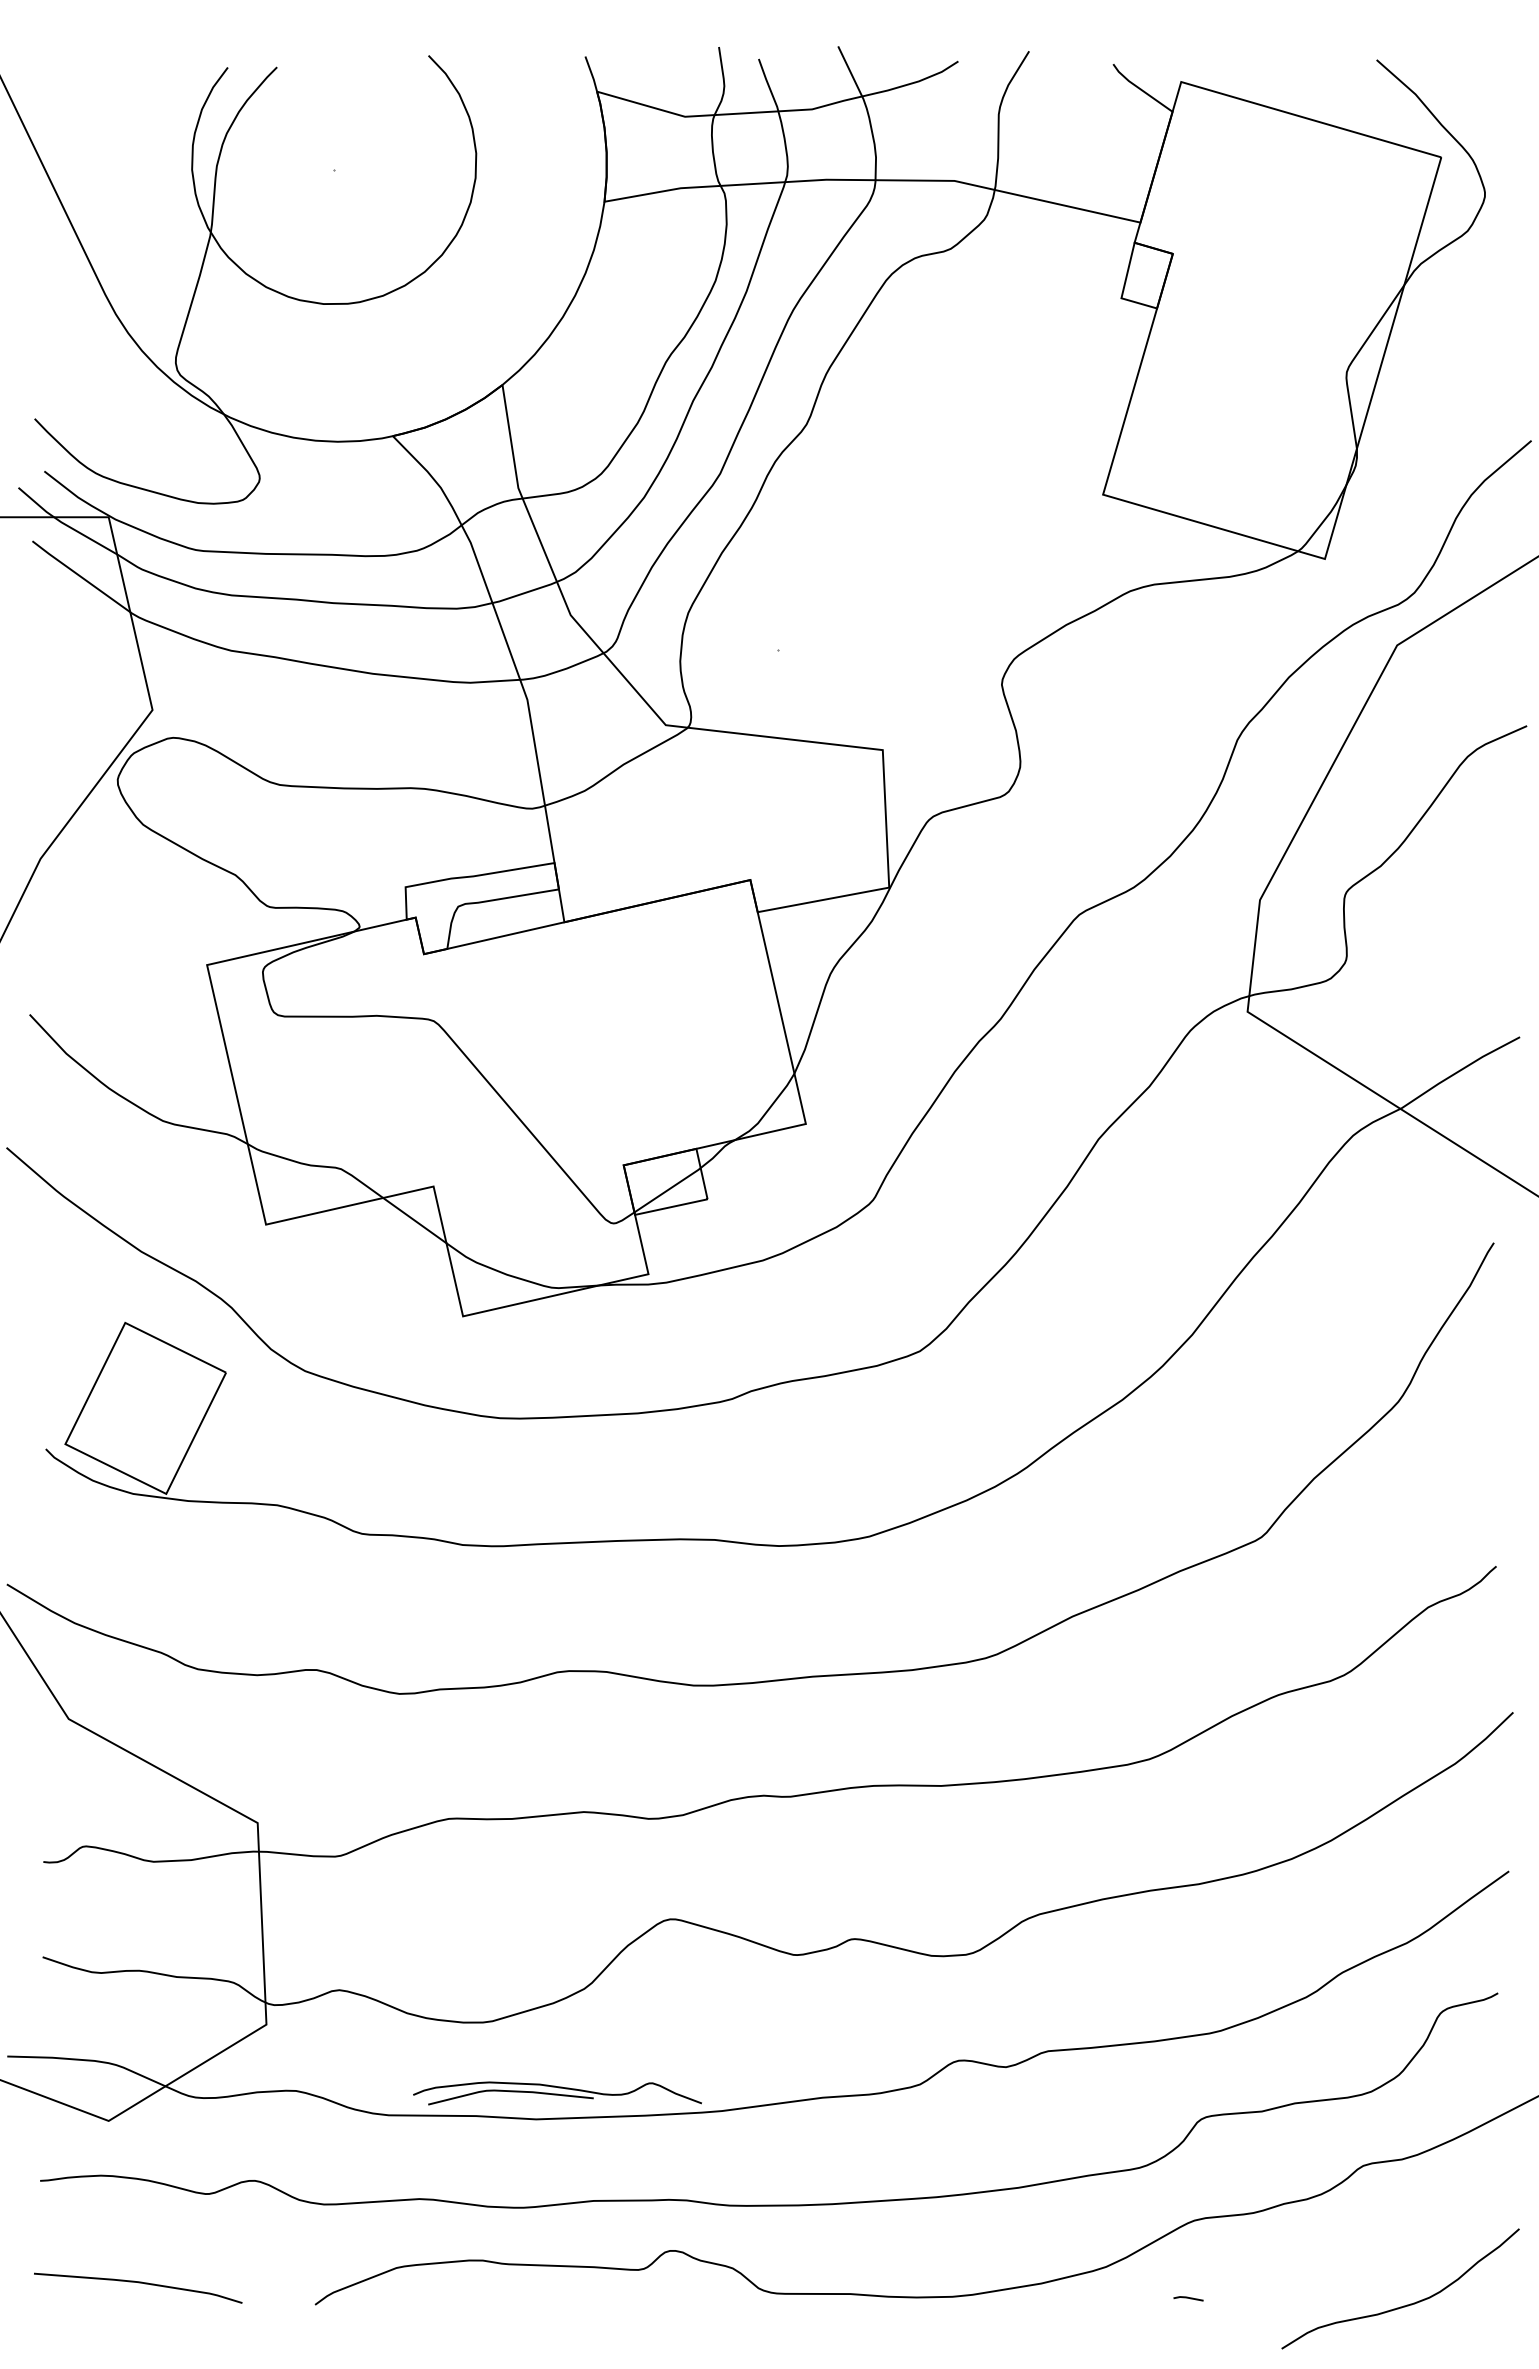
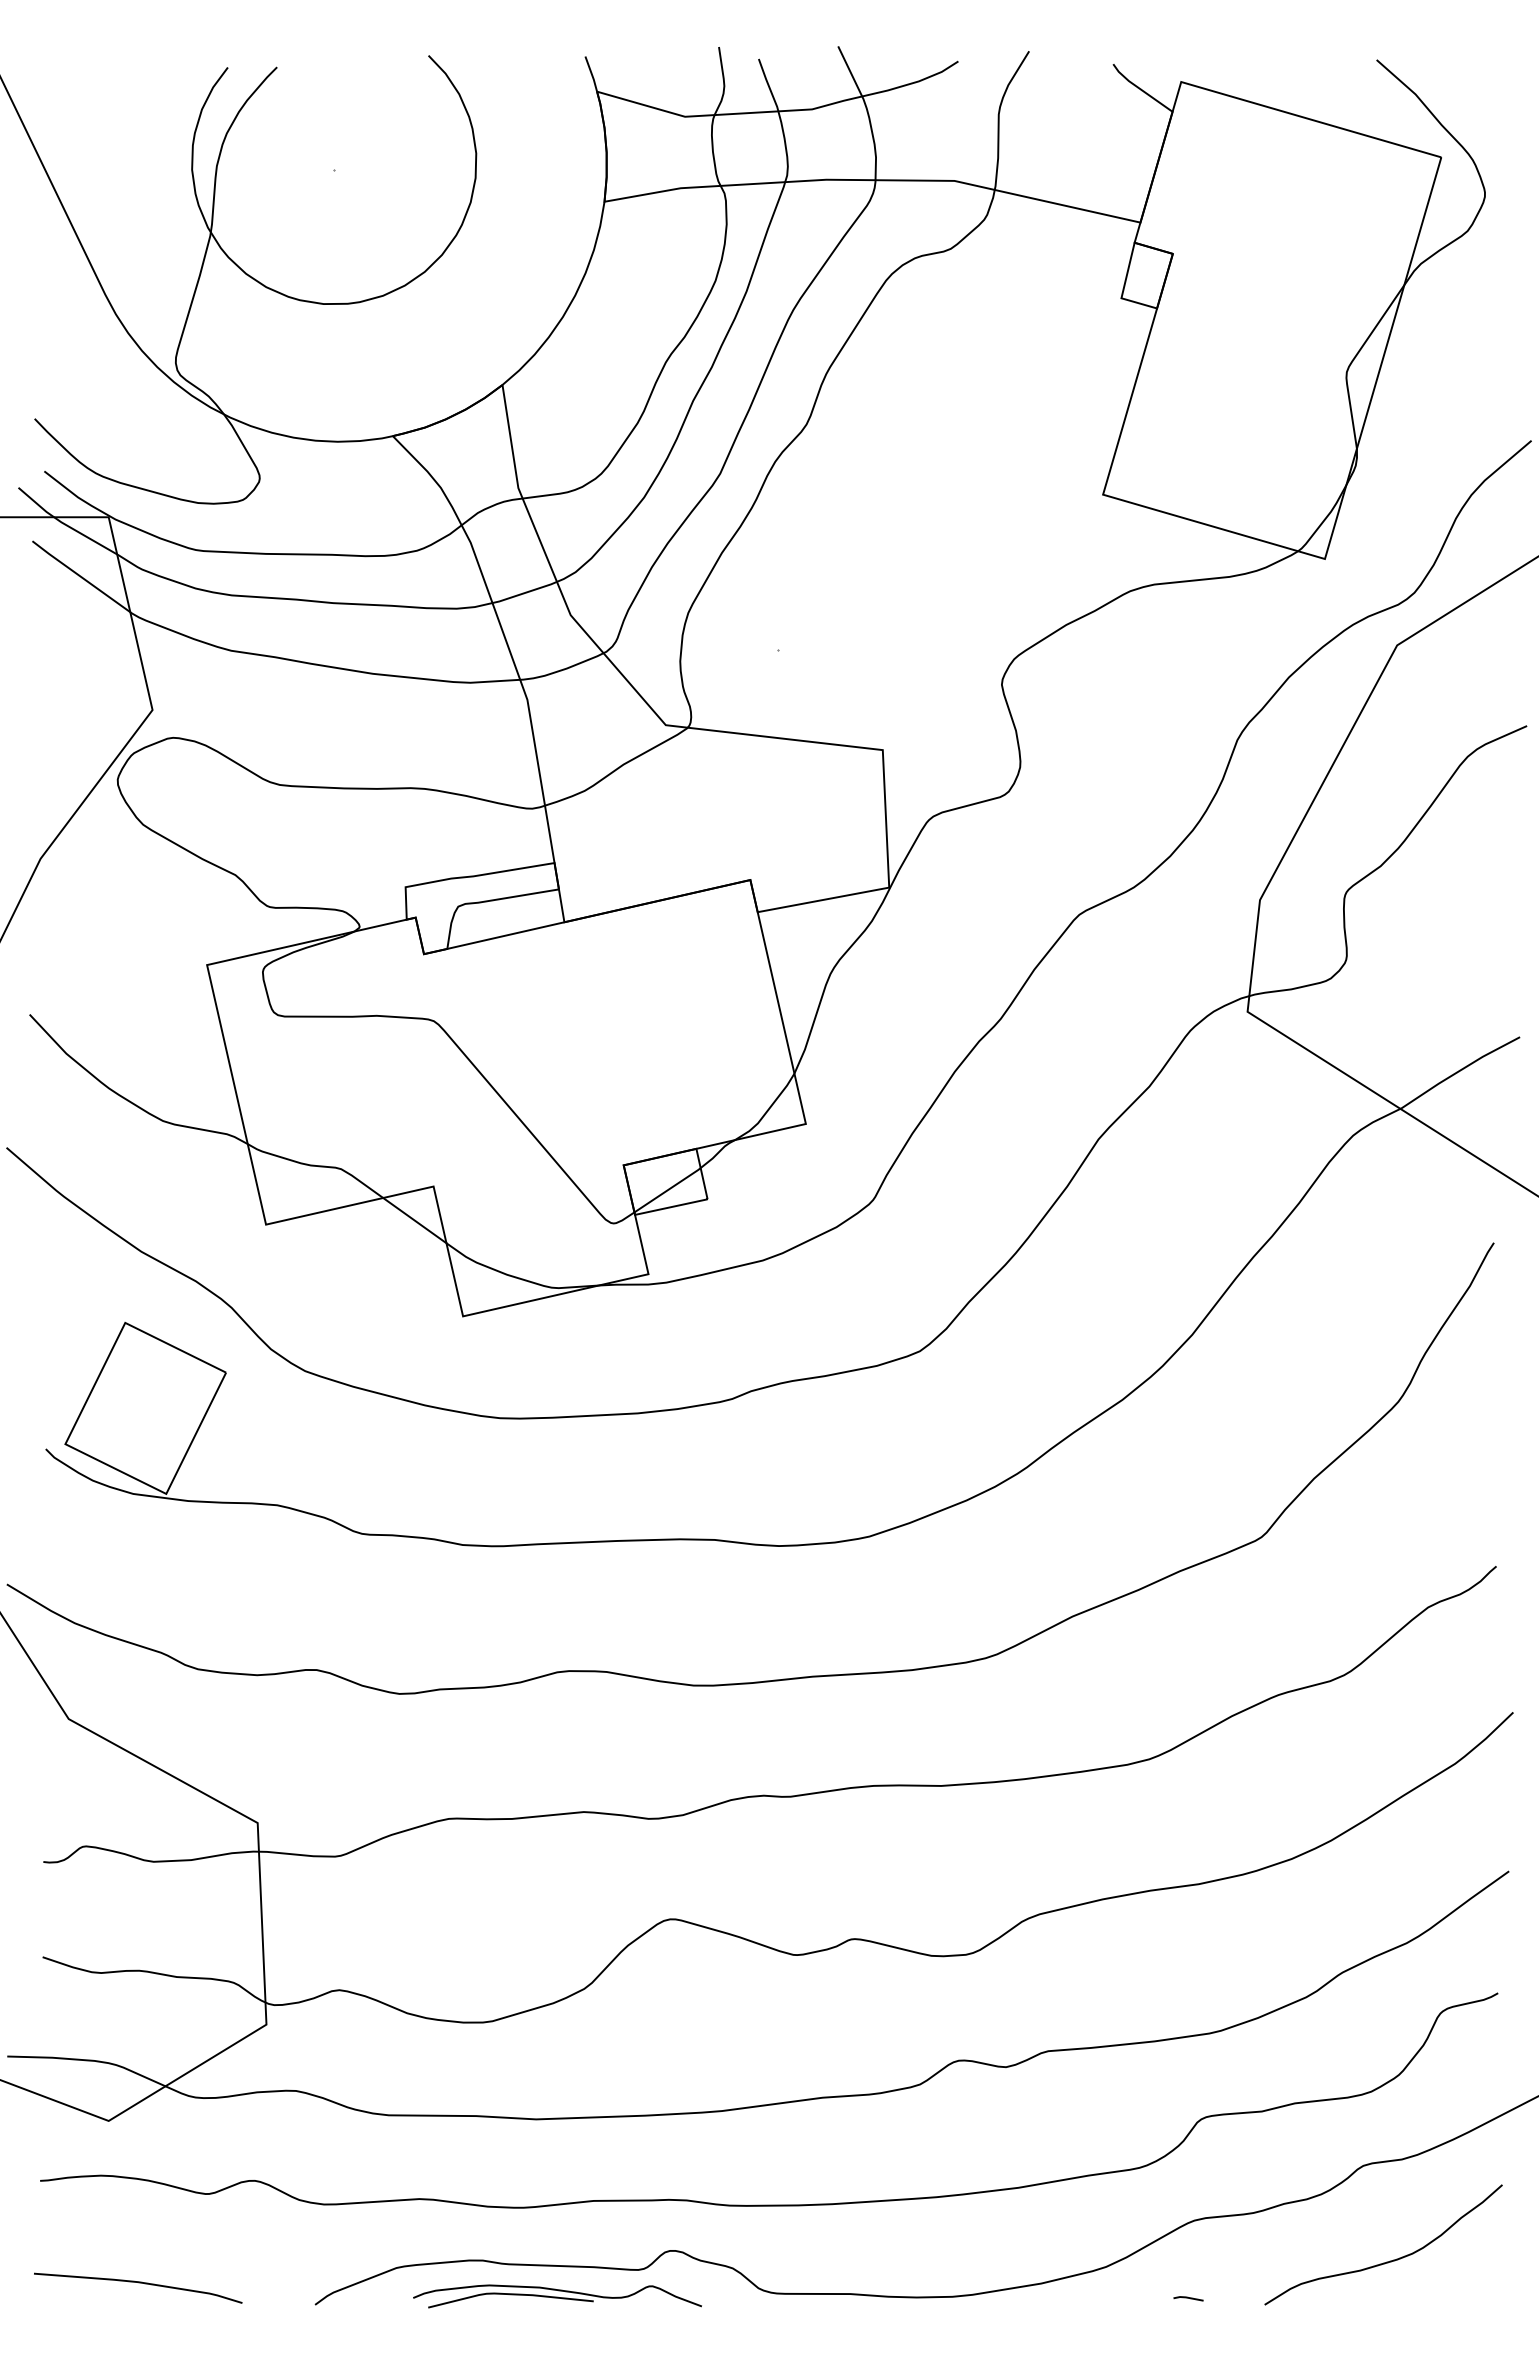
part at (557, 2093) position: (557, 2093) -> (557, 2296)
curve at (1403, 2305) position: (1403, 2305) -> (1386, 2261)
